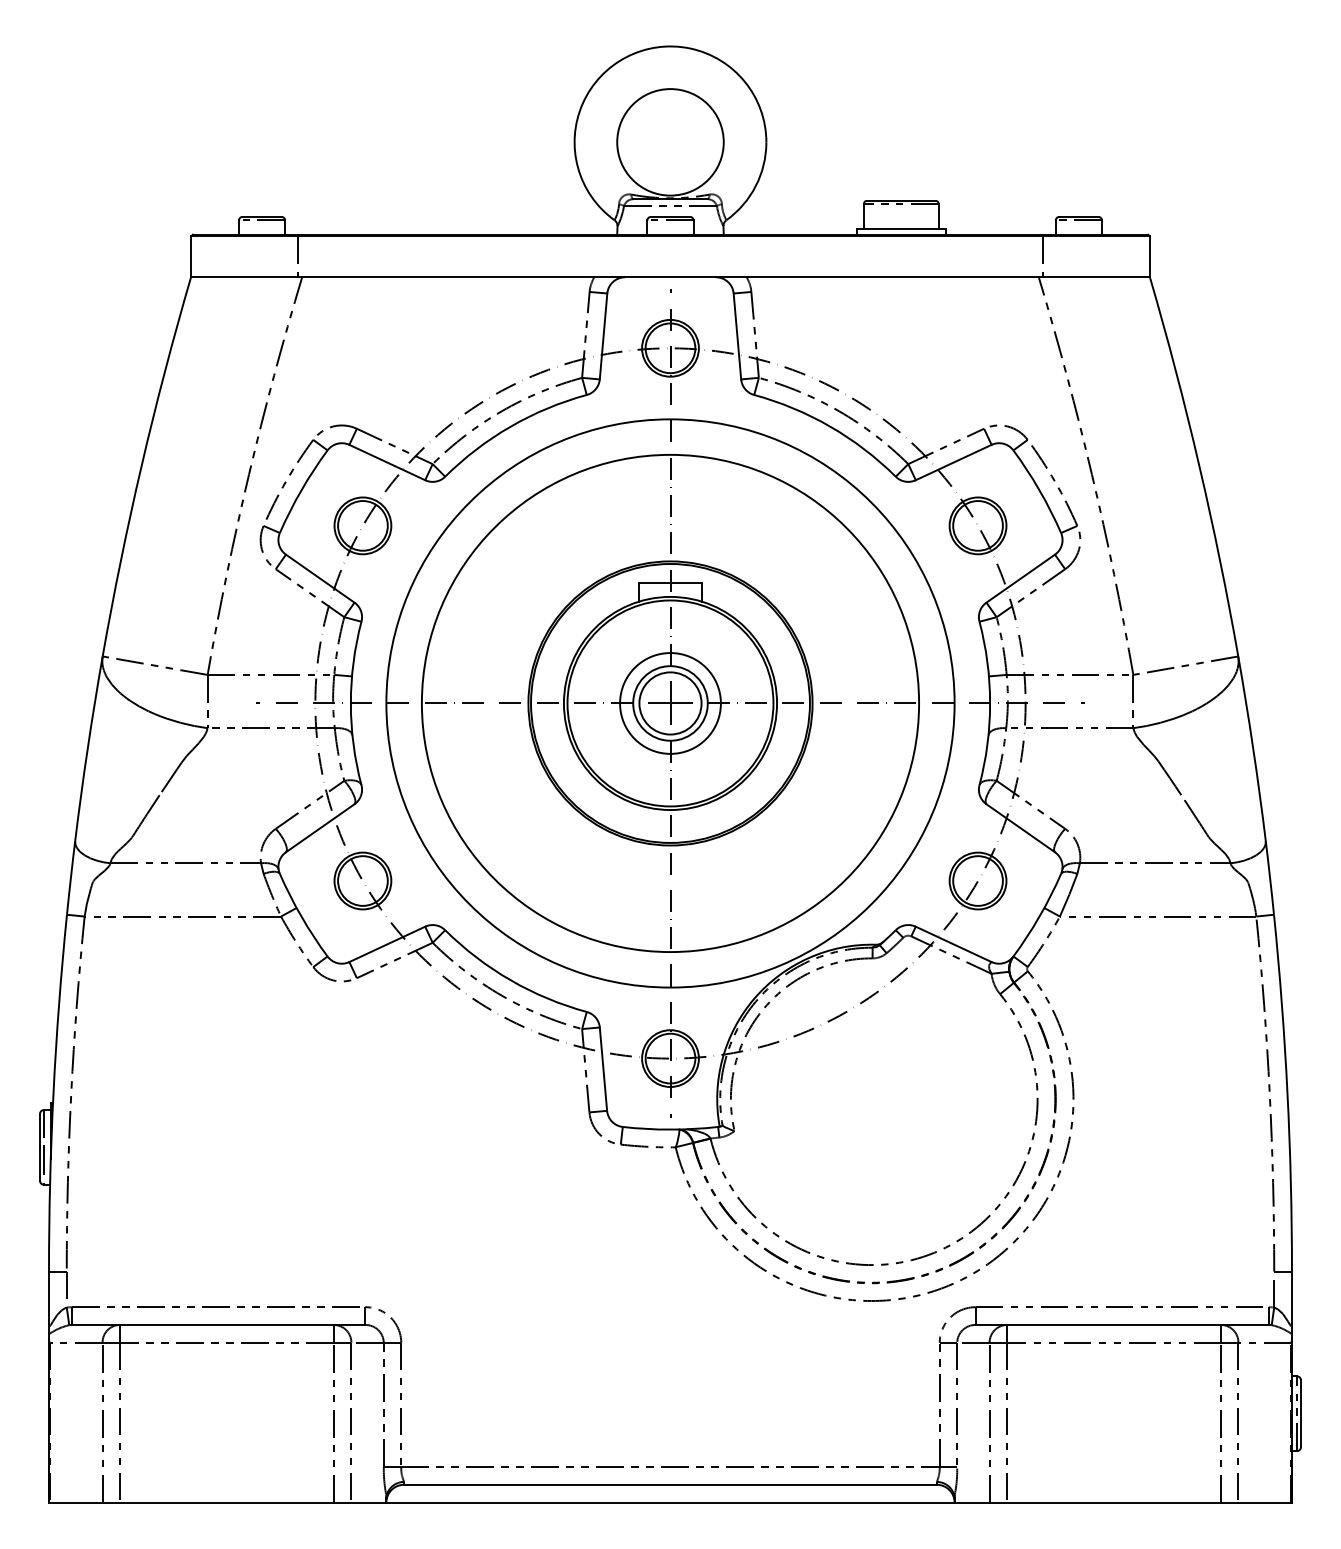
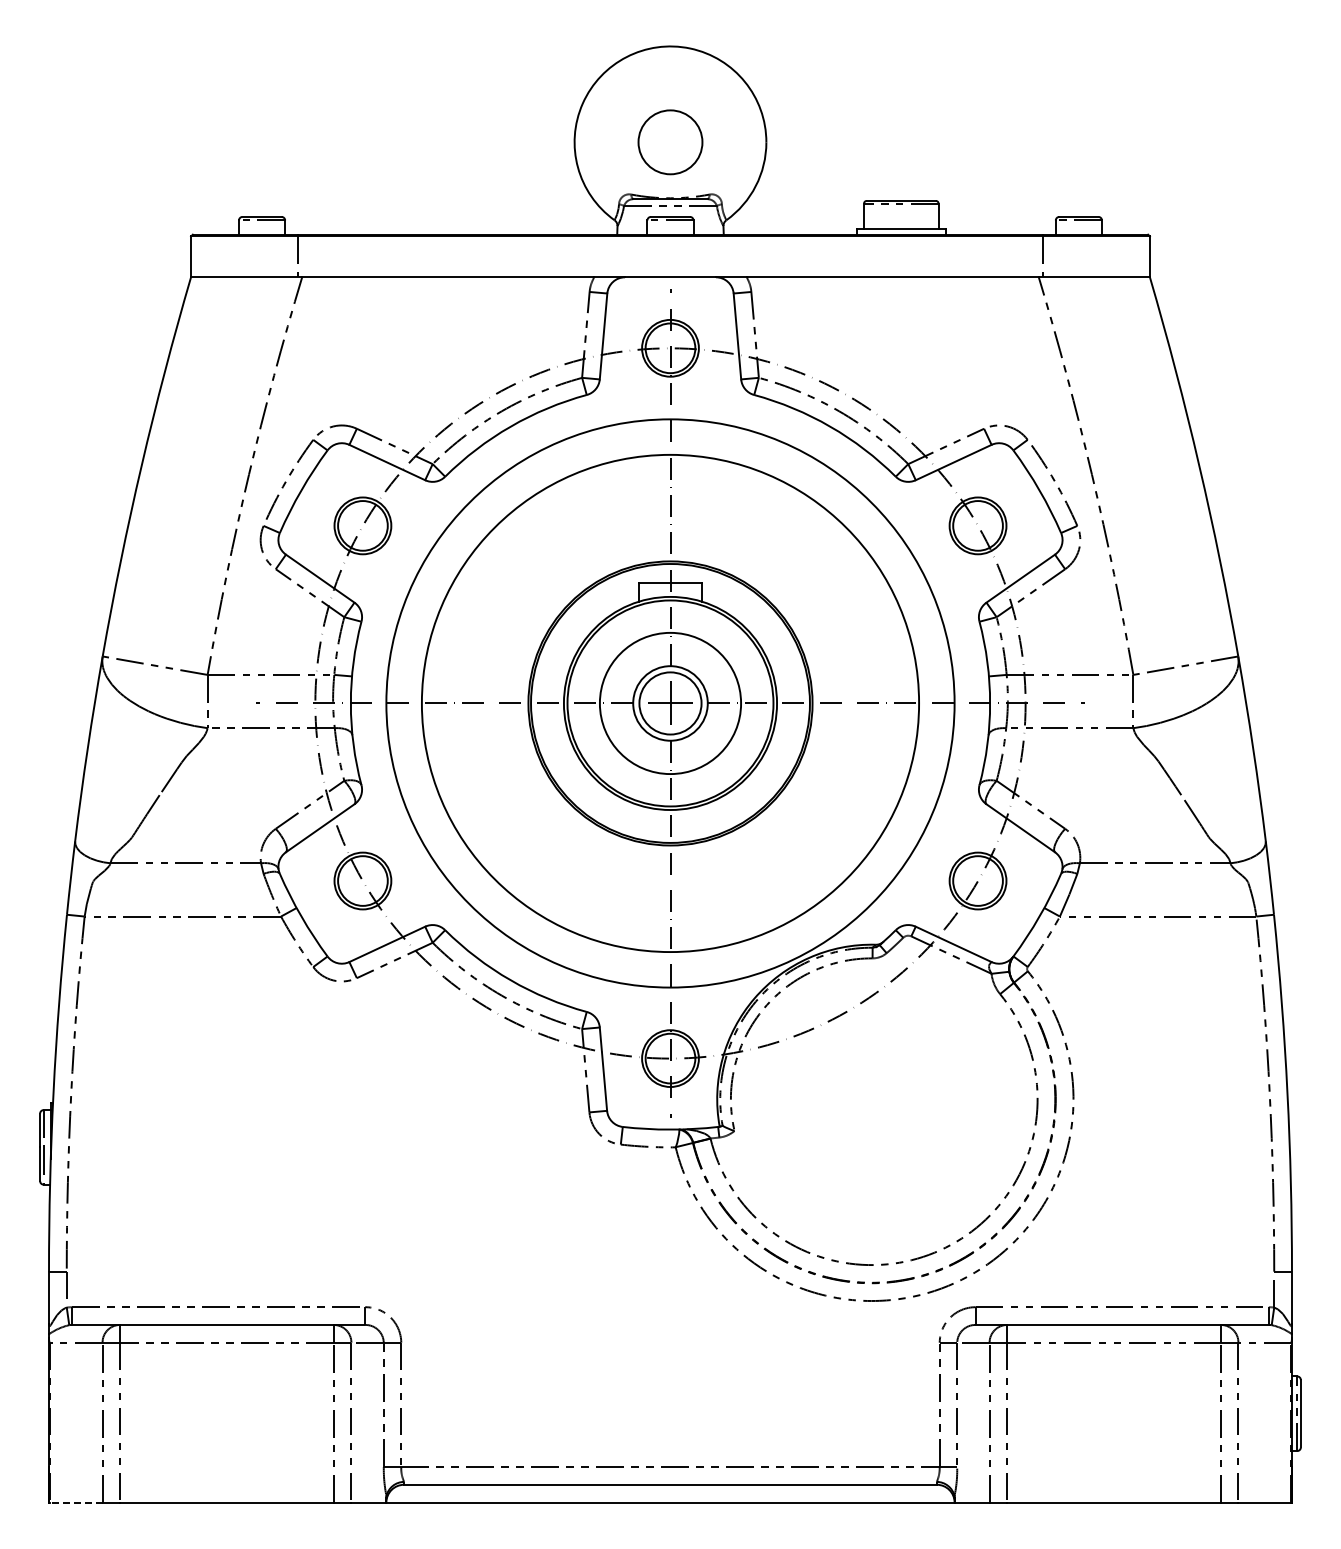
circle at (670, 142) diameter: 107 px -> 64 px
circle at (670, 703) diameter: 101 px -> 141 px
line at (75, 1502): solid -> dashed
